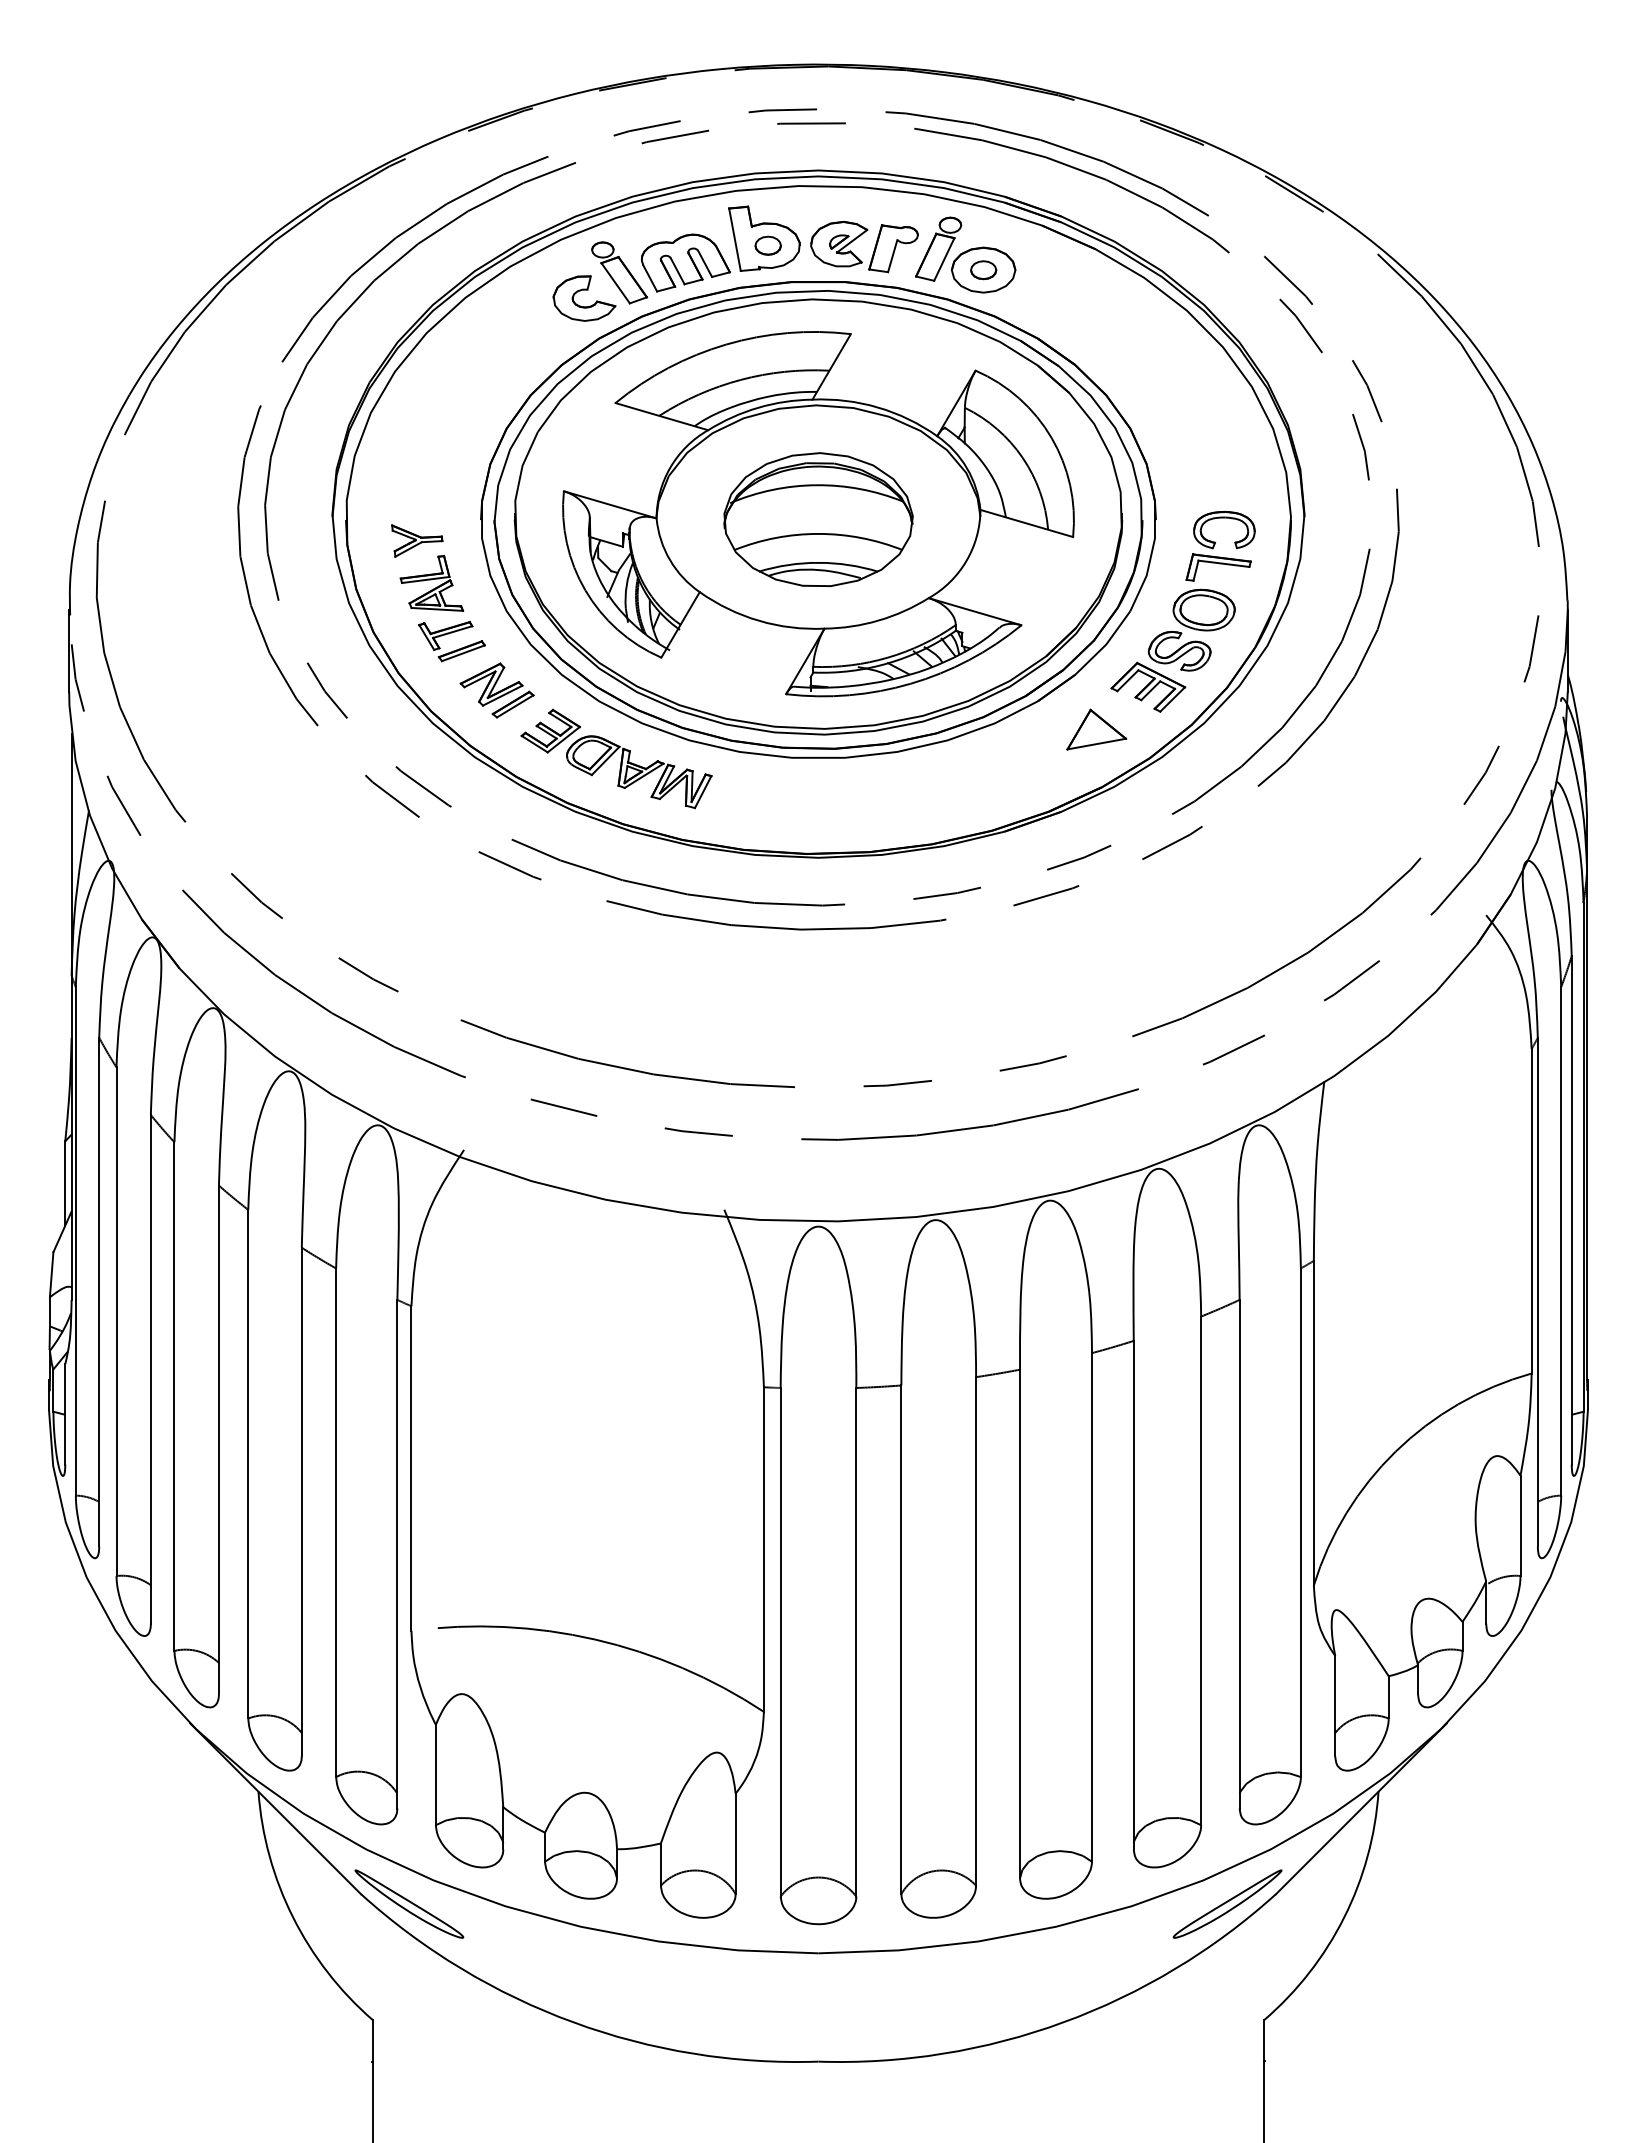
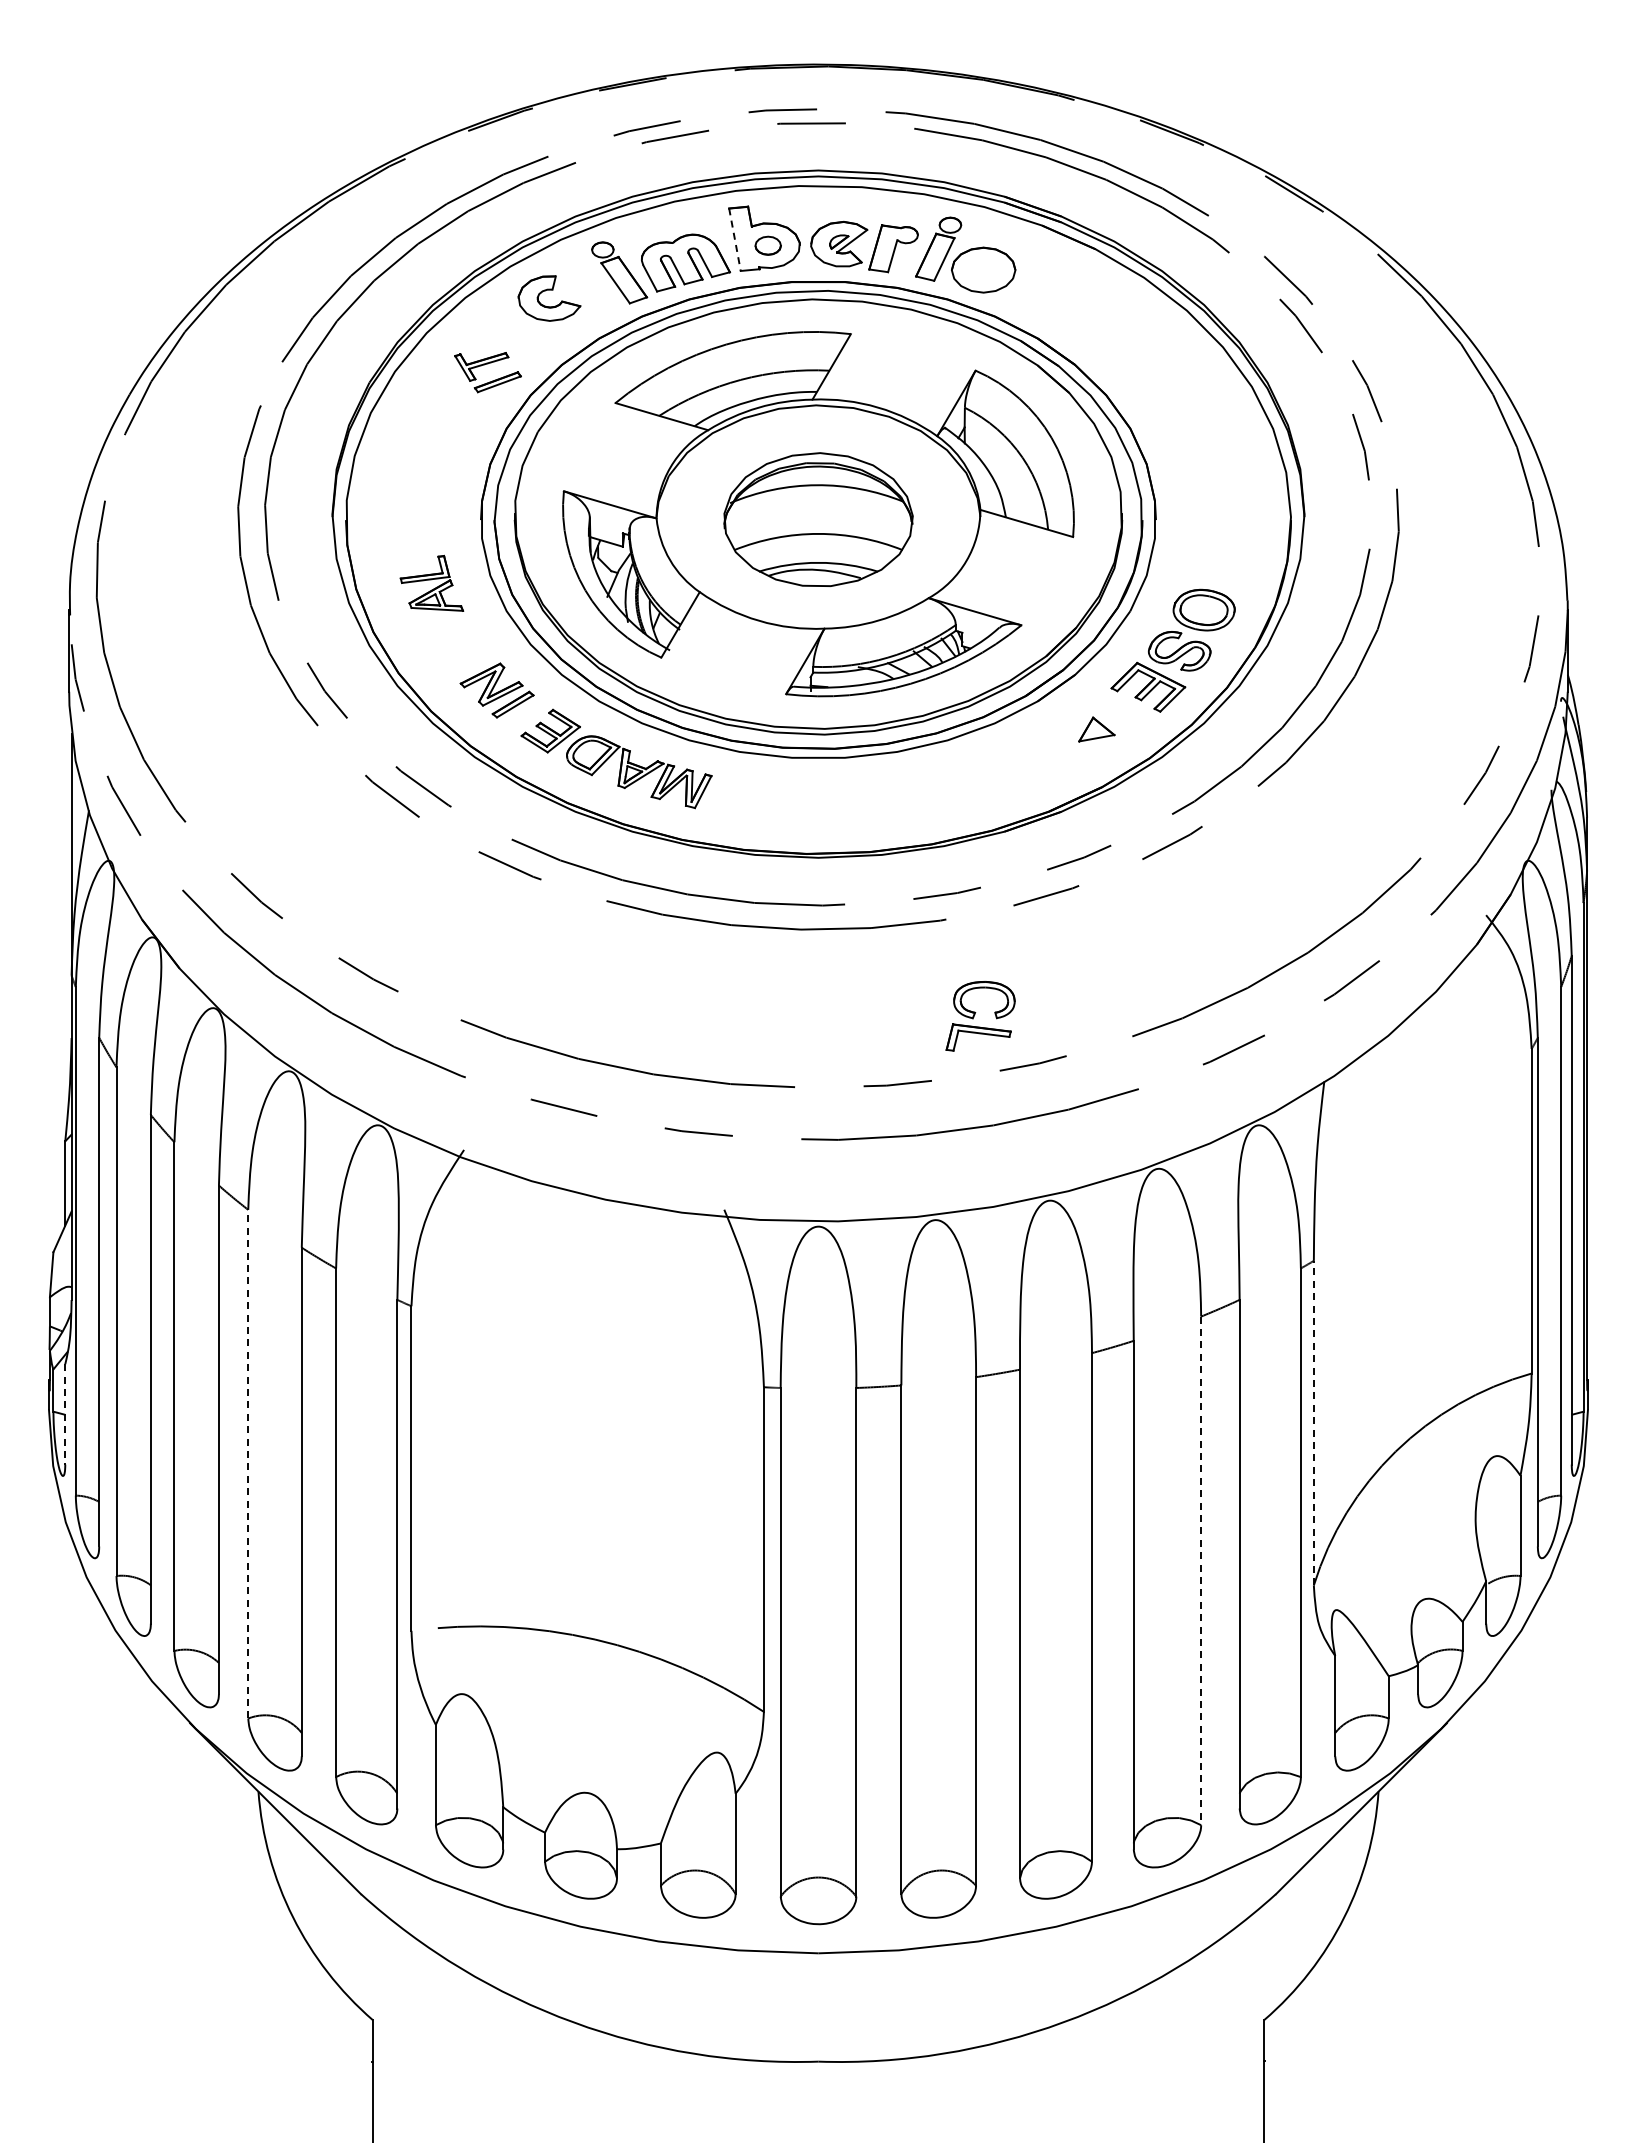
line at (734, 239): solid -> dashed
part at (983, 270): present -> none
part at (584, 290) position: (584, 290) -> (549, 290)
part at (417, 540): present -> none
part at (1220, 546) position: (1220, 546) -> (980, 1016)
part at (448, 634) position: (448, 634) -> (484, 365)
part at (1096, 729) size: 62x43 px -> 38x27 px
line at (65, 1414): solid -> dashed
line at (1313, 1422): solid -> dashed
line at (248, 1463): solid -> dashed
line at (1201, 1571): solid -> dashed
part at (409, 1903): present -> none
part at (1227, 1903): present -> none
